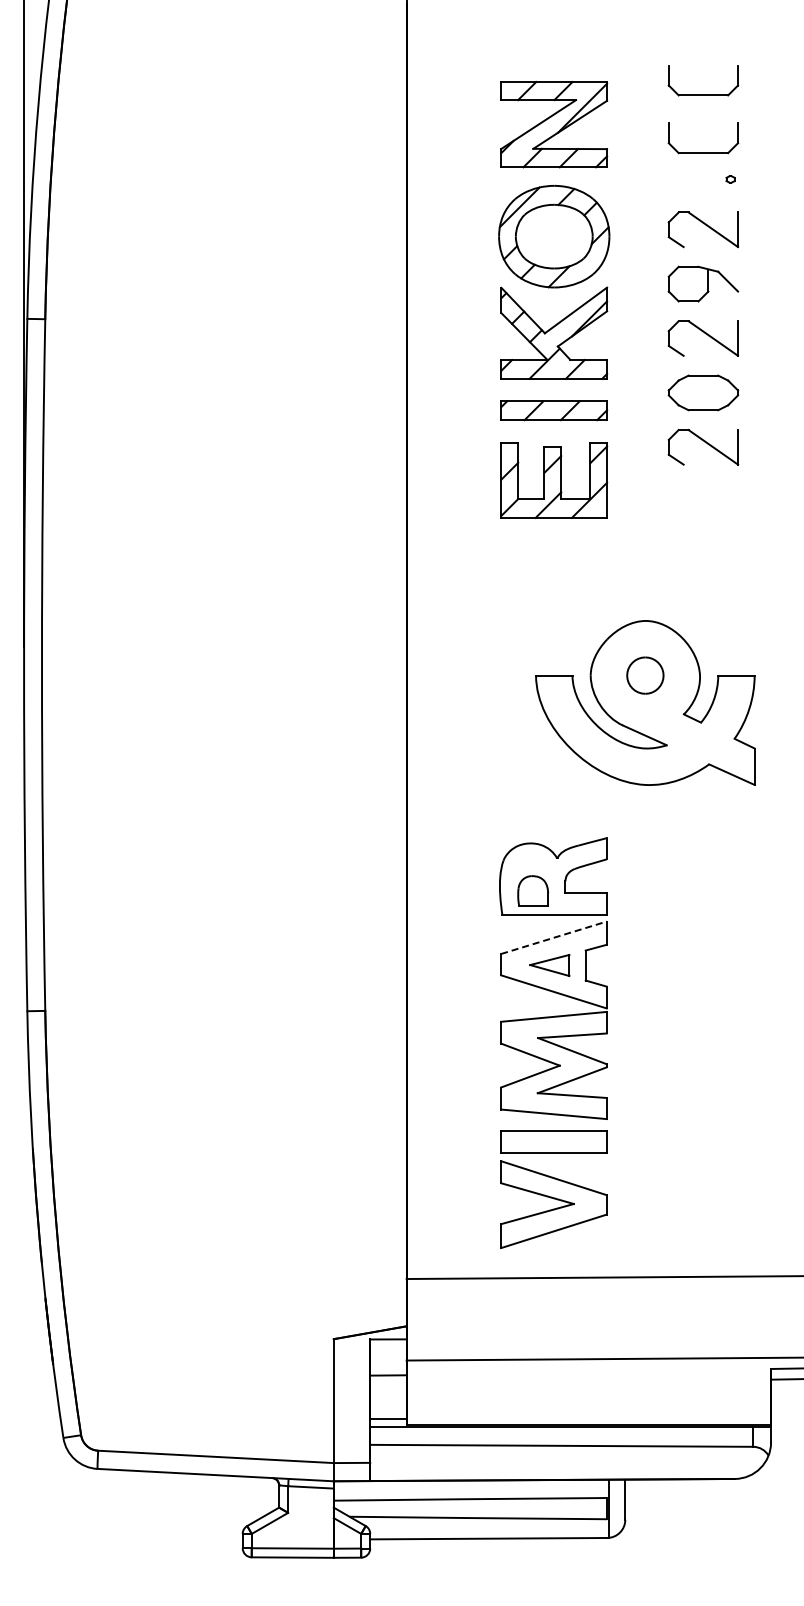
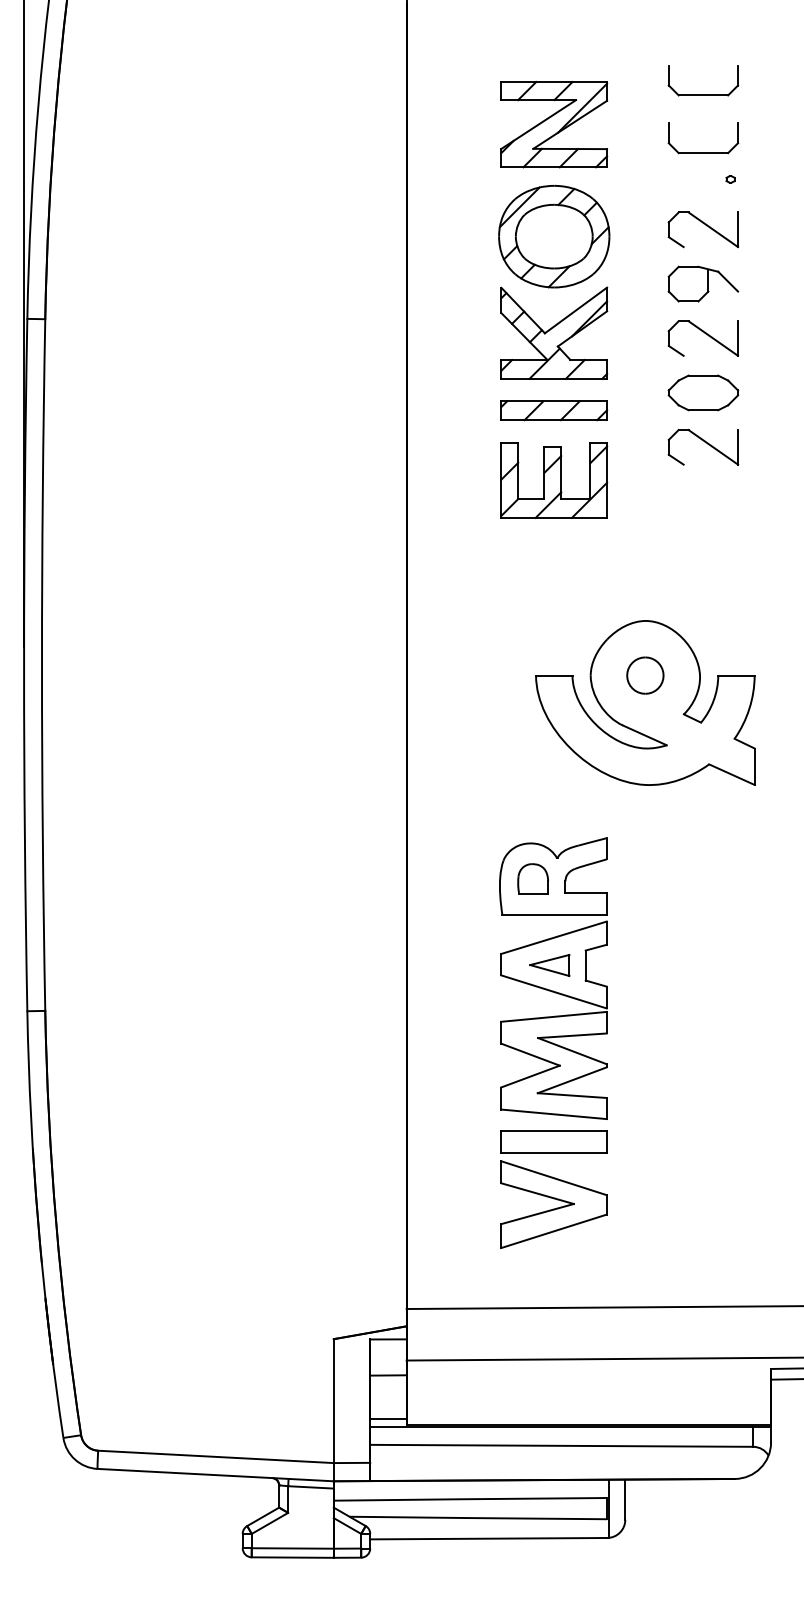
part at (532, 890) position: (532, 890) -> (532, 878)
line at (554, 937): dashed -> solid
line at (603, 1277) position: (603, 1277) -> (603, 1307)
